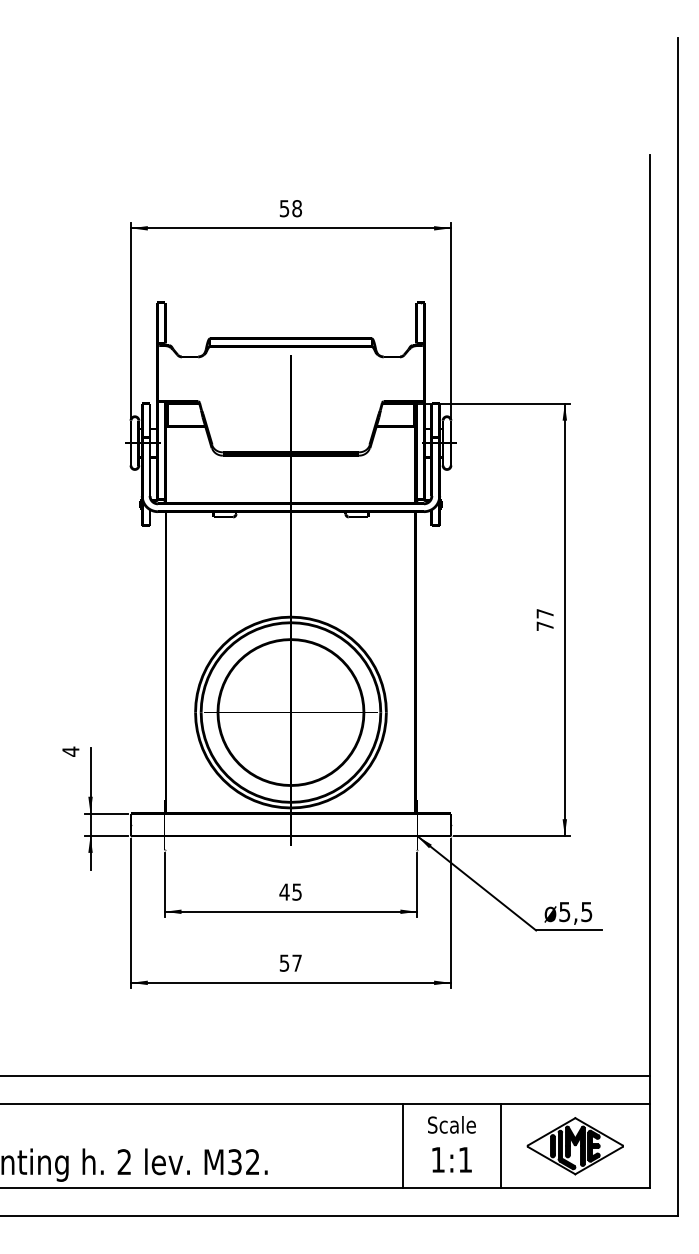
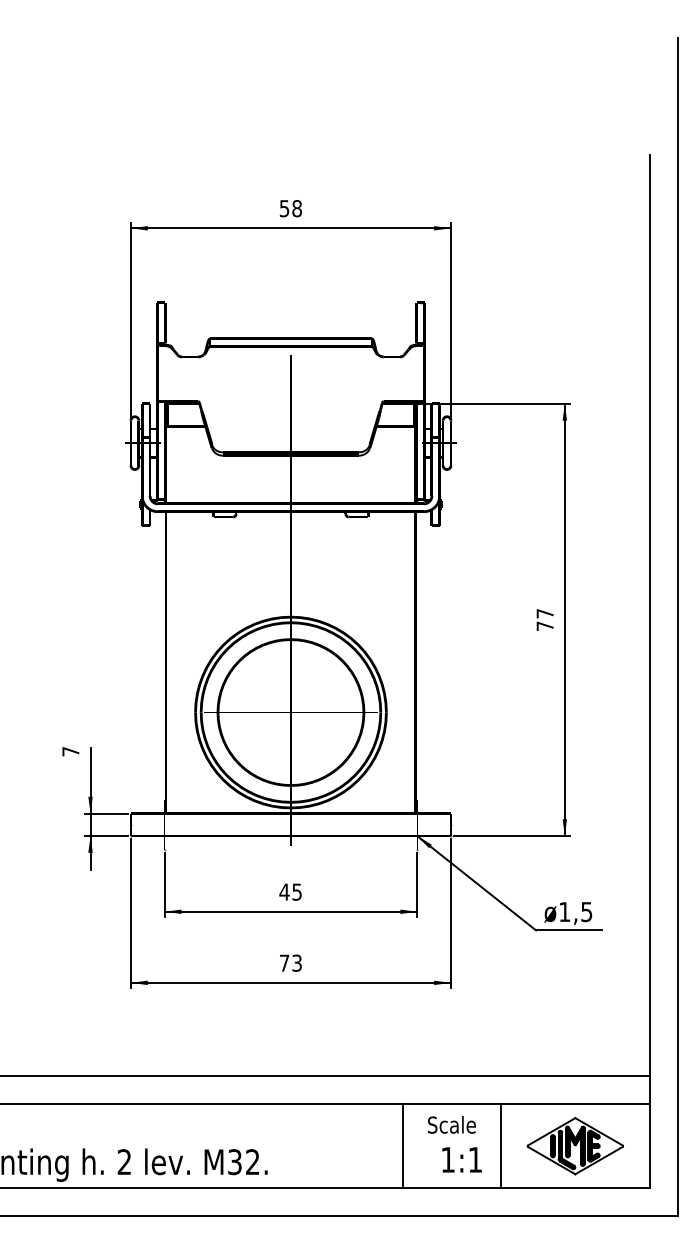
text at (70, 751): 4 -> 7
text at (564, 912): ø5,5 -> ø1,5
text at (290, 962): 57 -> 73
text at (451, 1159) position: (451, 1159) -> (461, 1159)
